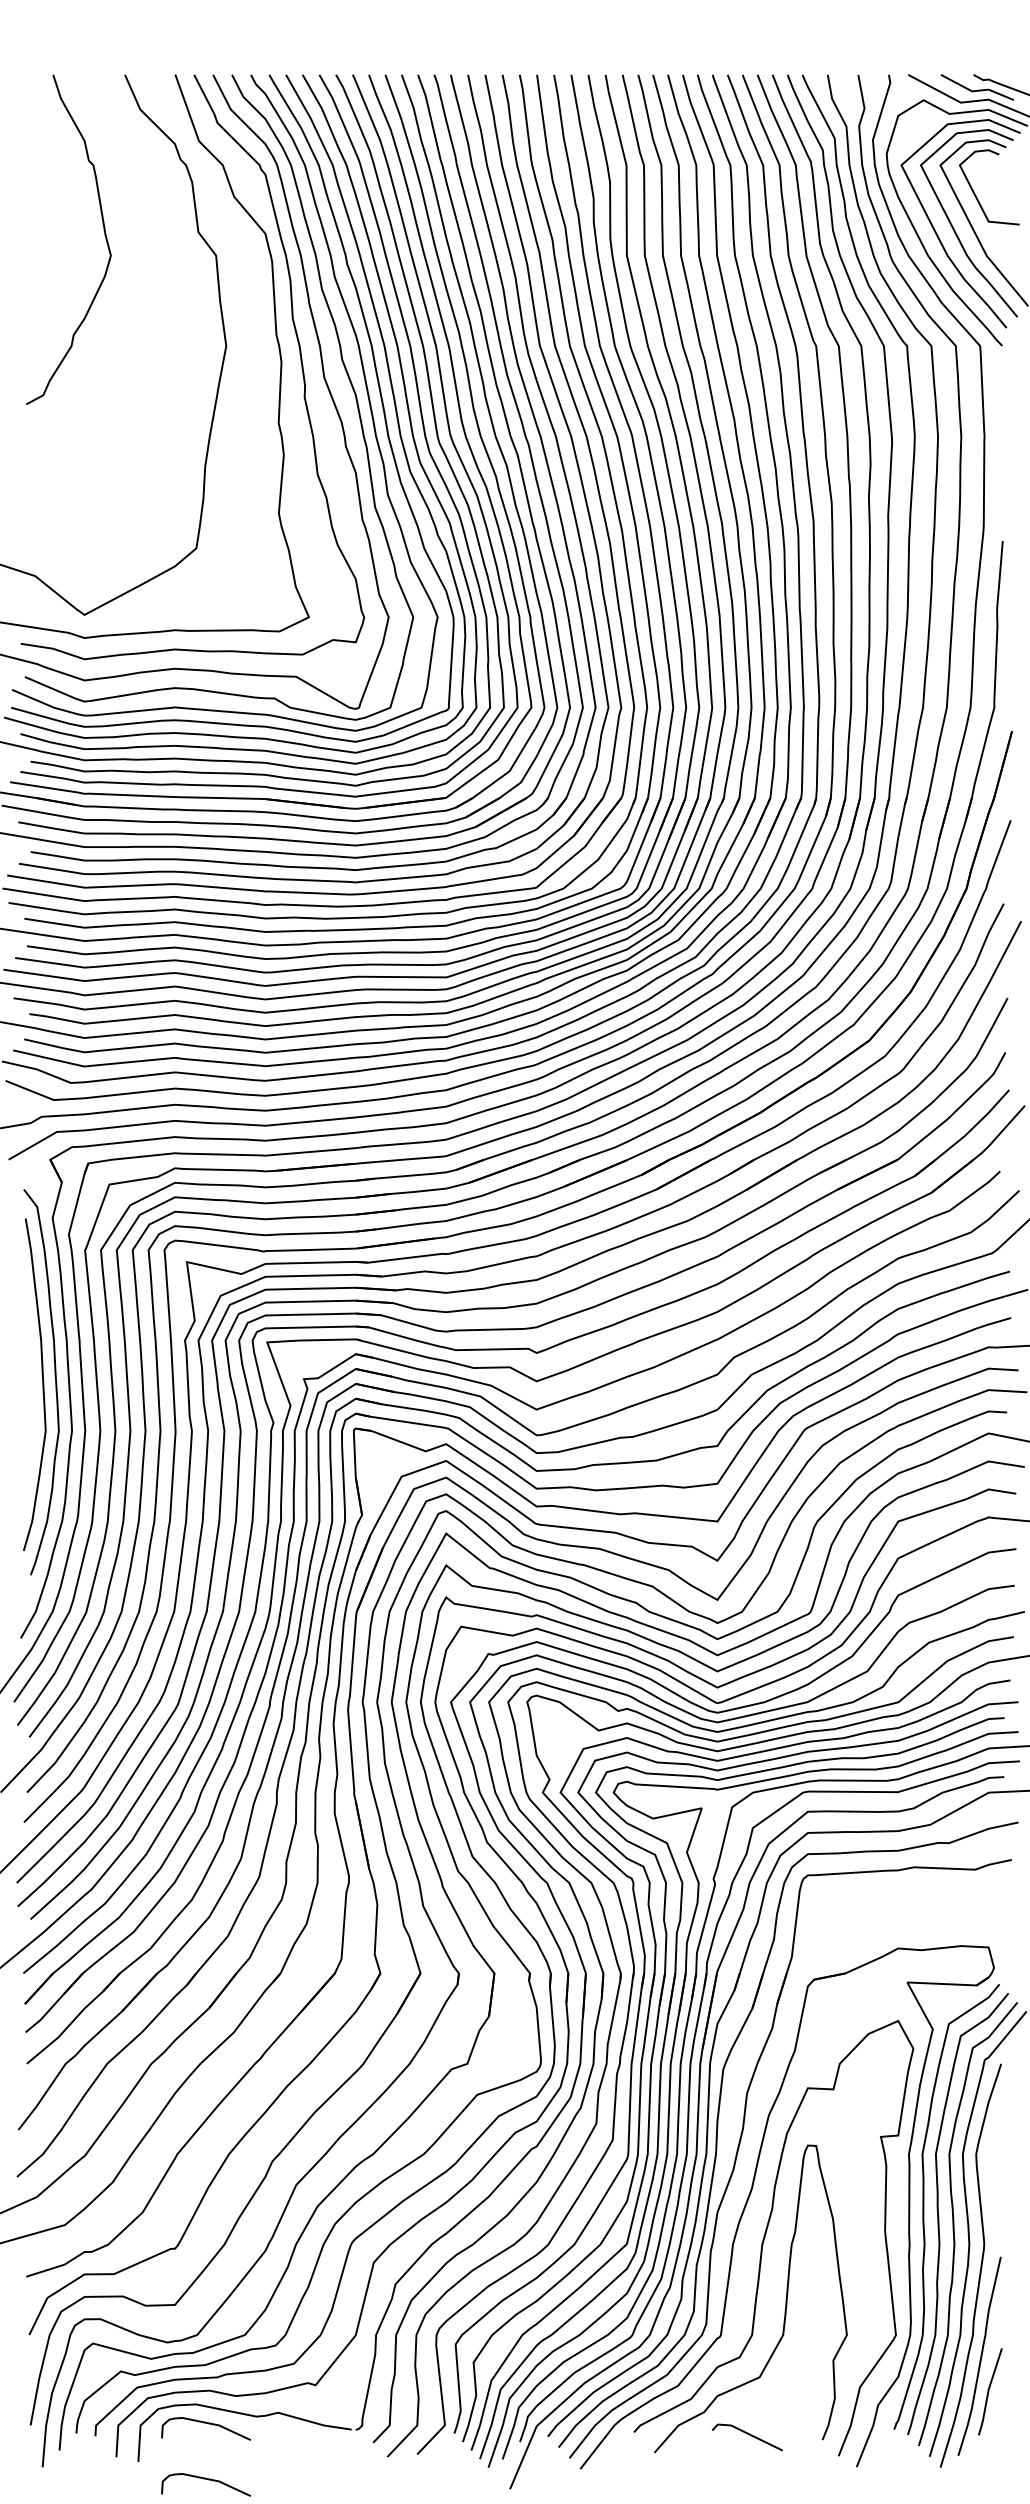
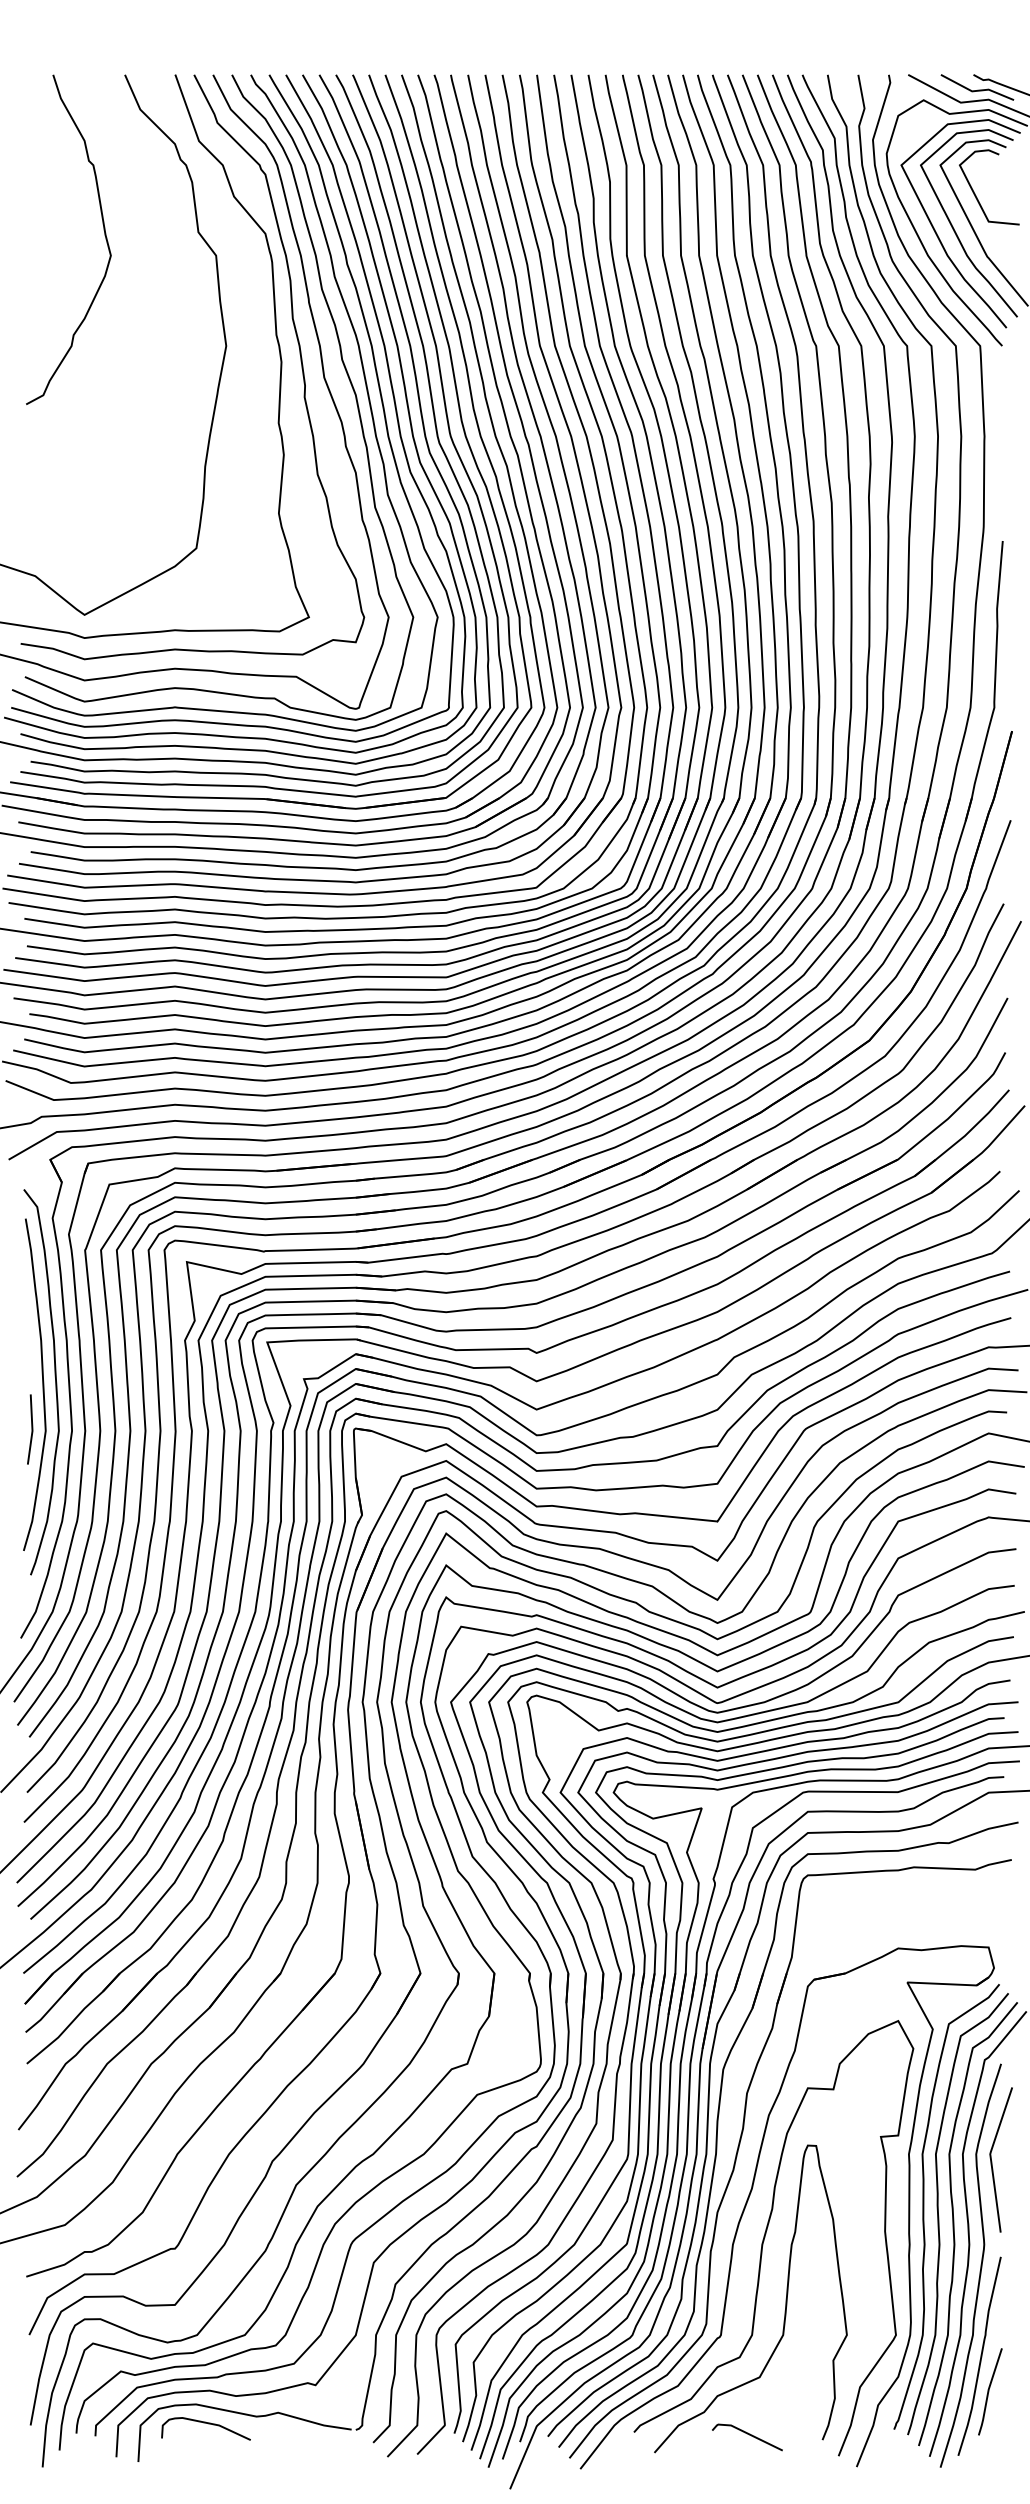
line at (31, 1429): none -> present
line at (992, 2161): none -> present
curve at (205, 2479): present -> none
